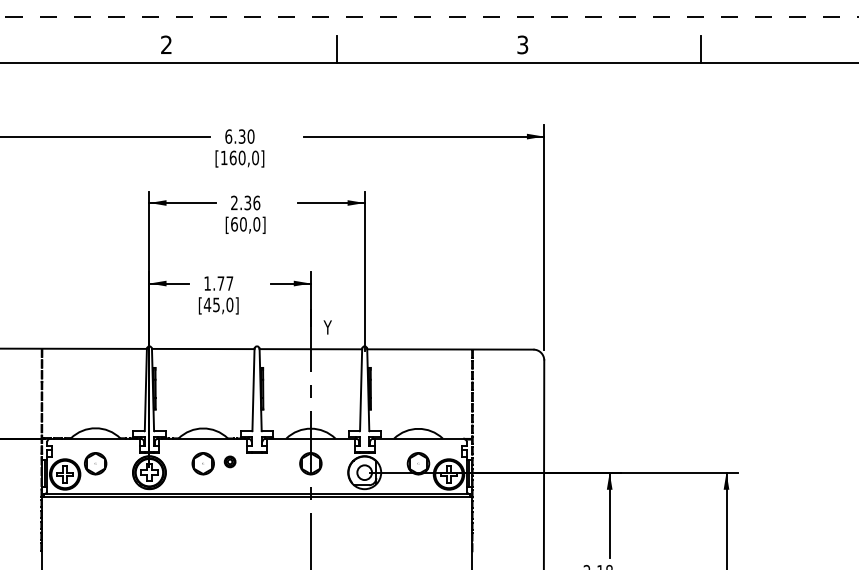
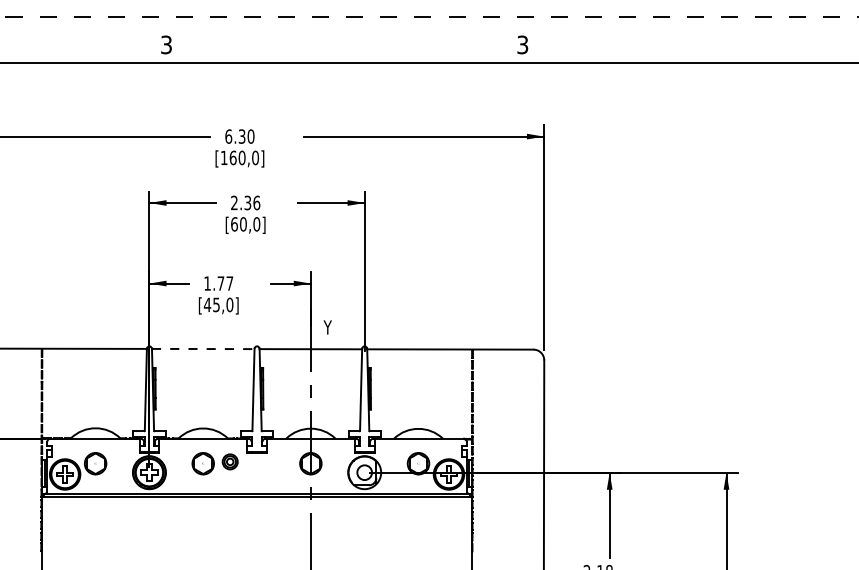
text at (166, 45): 2 -> 3
line at (336, 48): present -> none
line at (701, 48): present -> none
line at (203, 349): solid -> dashed
part at (229, 461) size: 14x14 px -> 18x18 px
